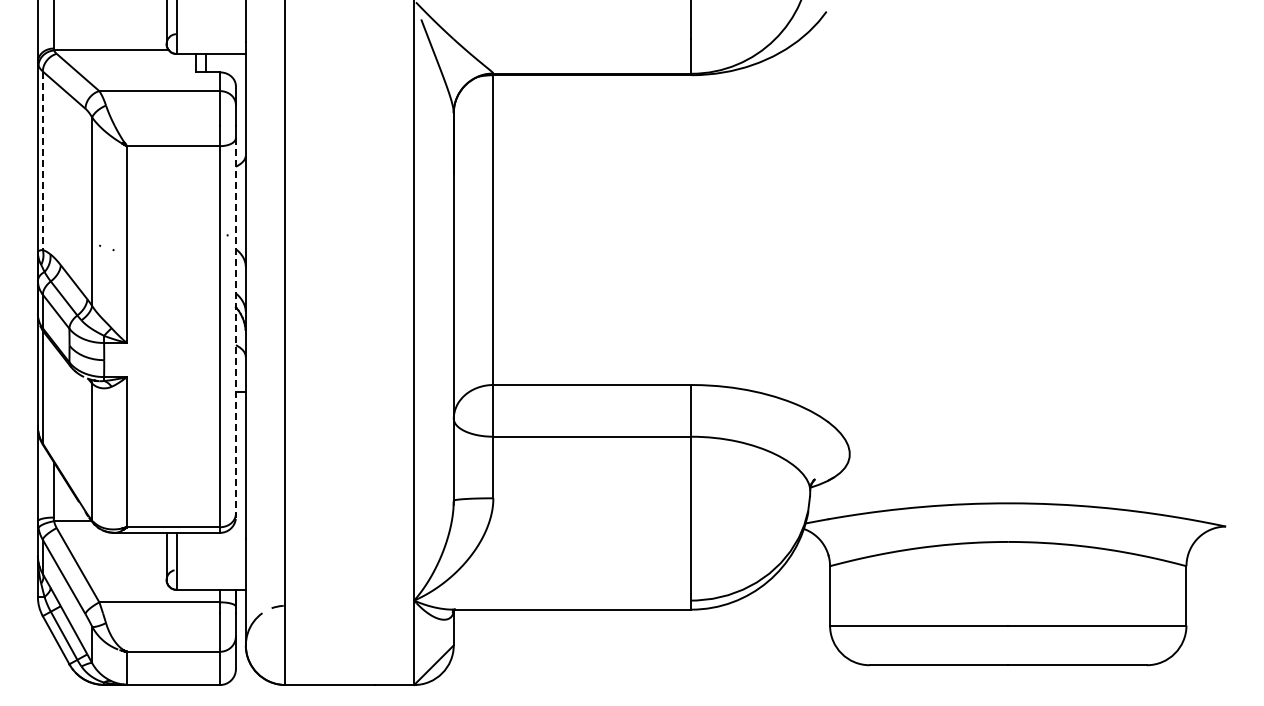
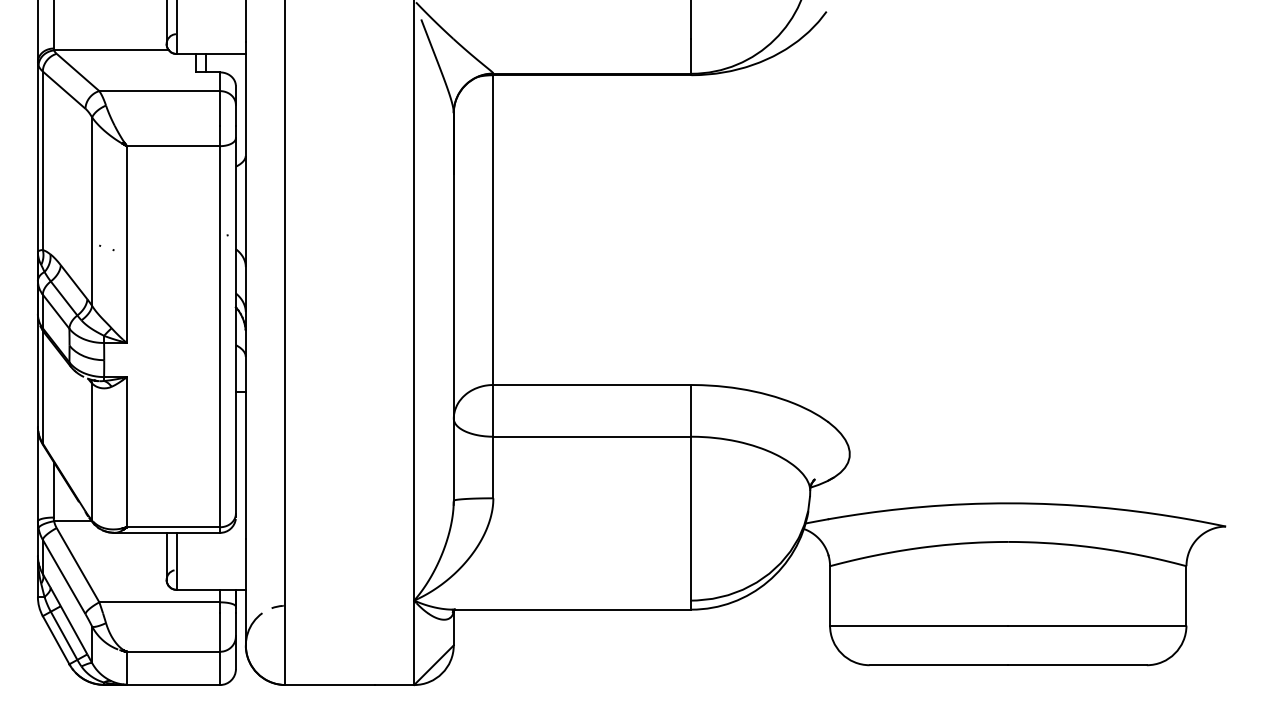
line at (42, 161): dashed -> solid
line at (235, 325): dashed -> solid
